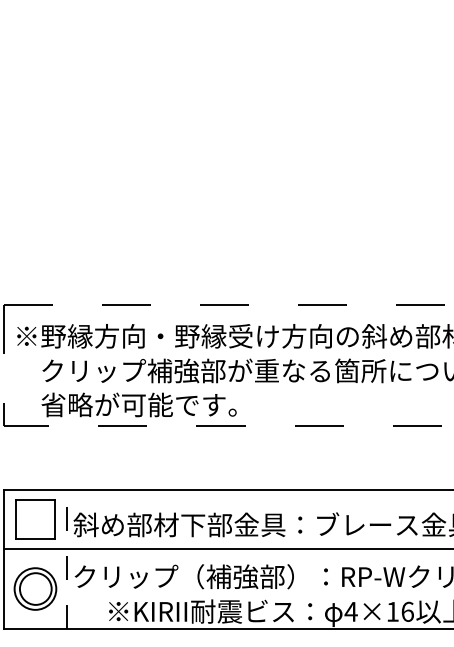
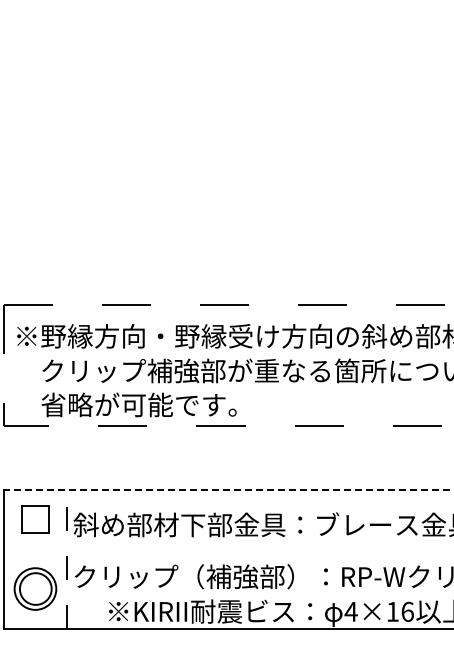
line at (228, 489): solid -> dashed
part at (35, 519) size: 41x41 px -> 29x29 px
line at (227, 548): present -> none
